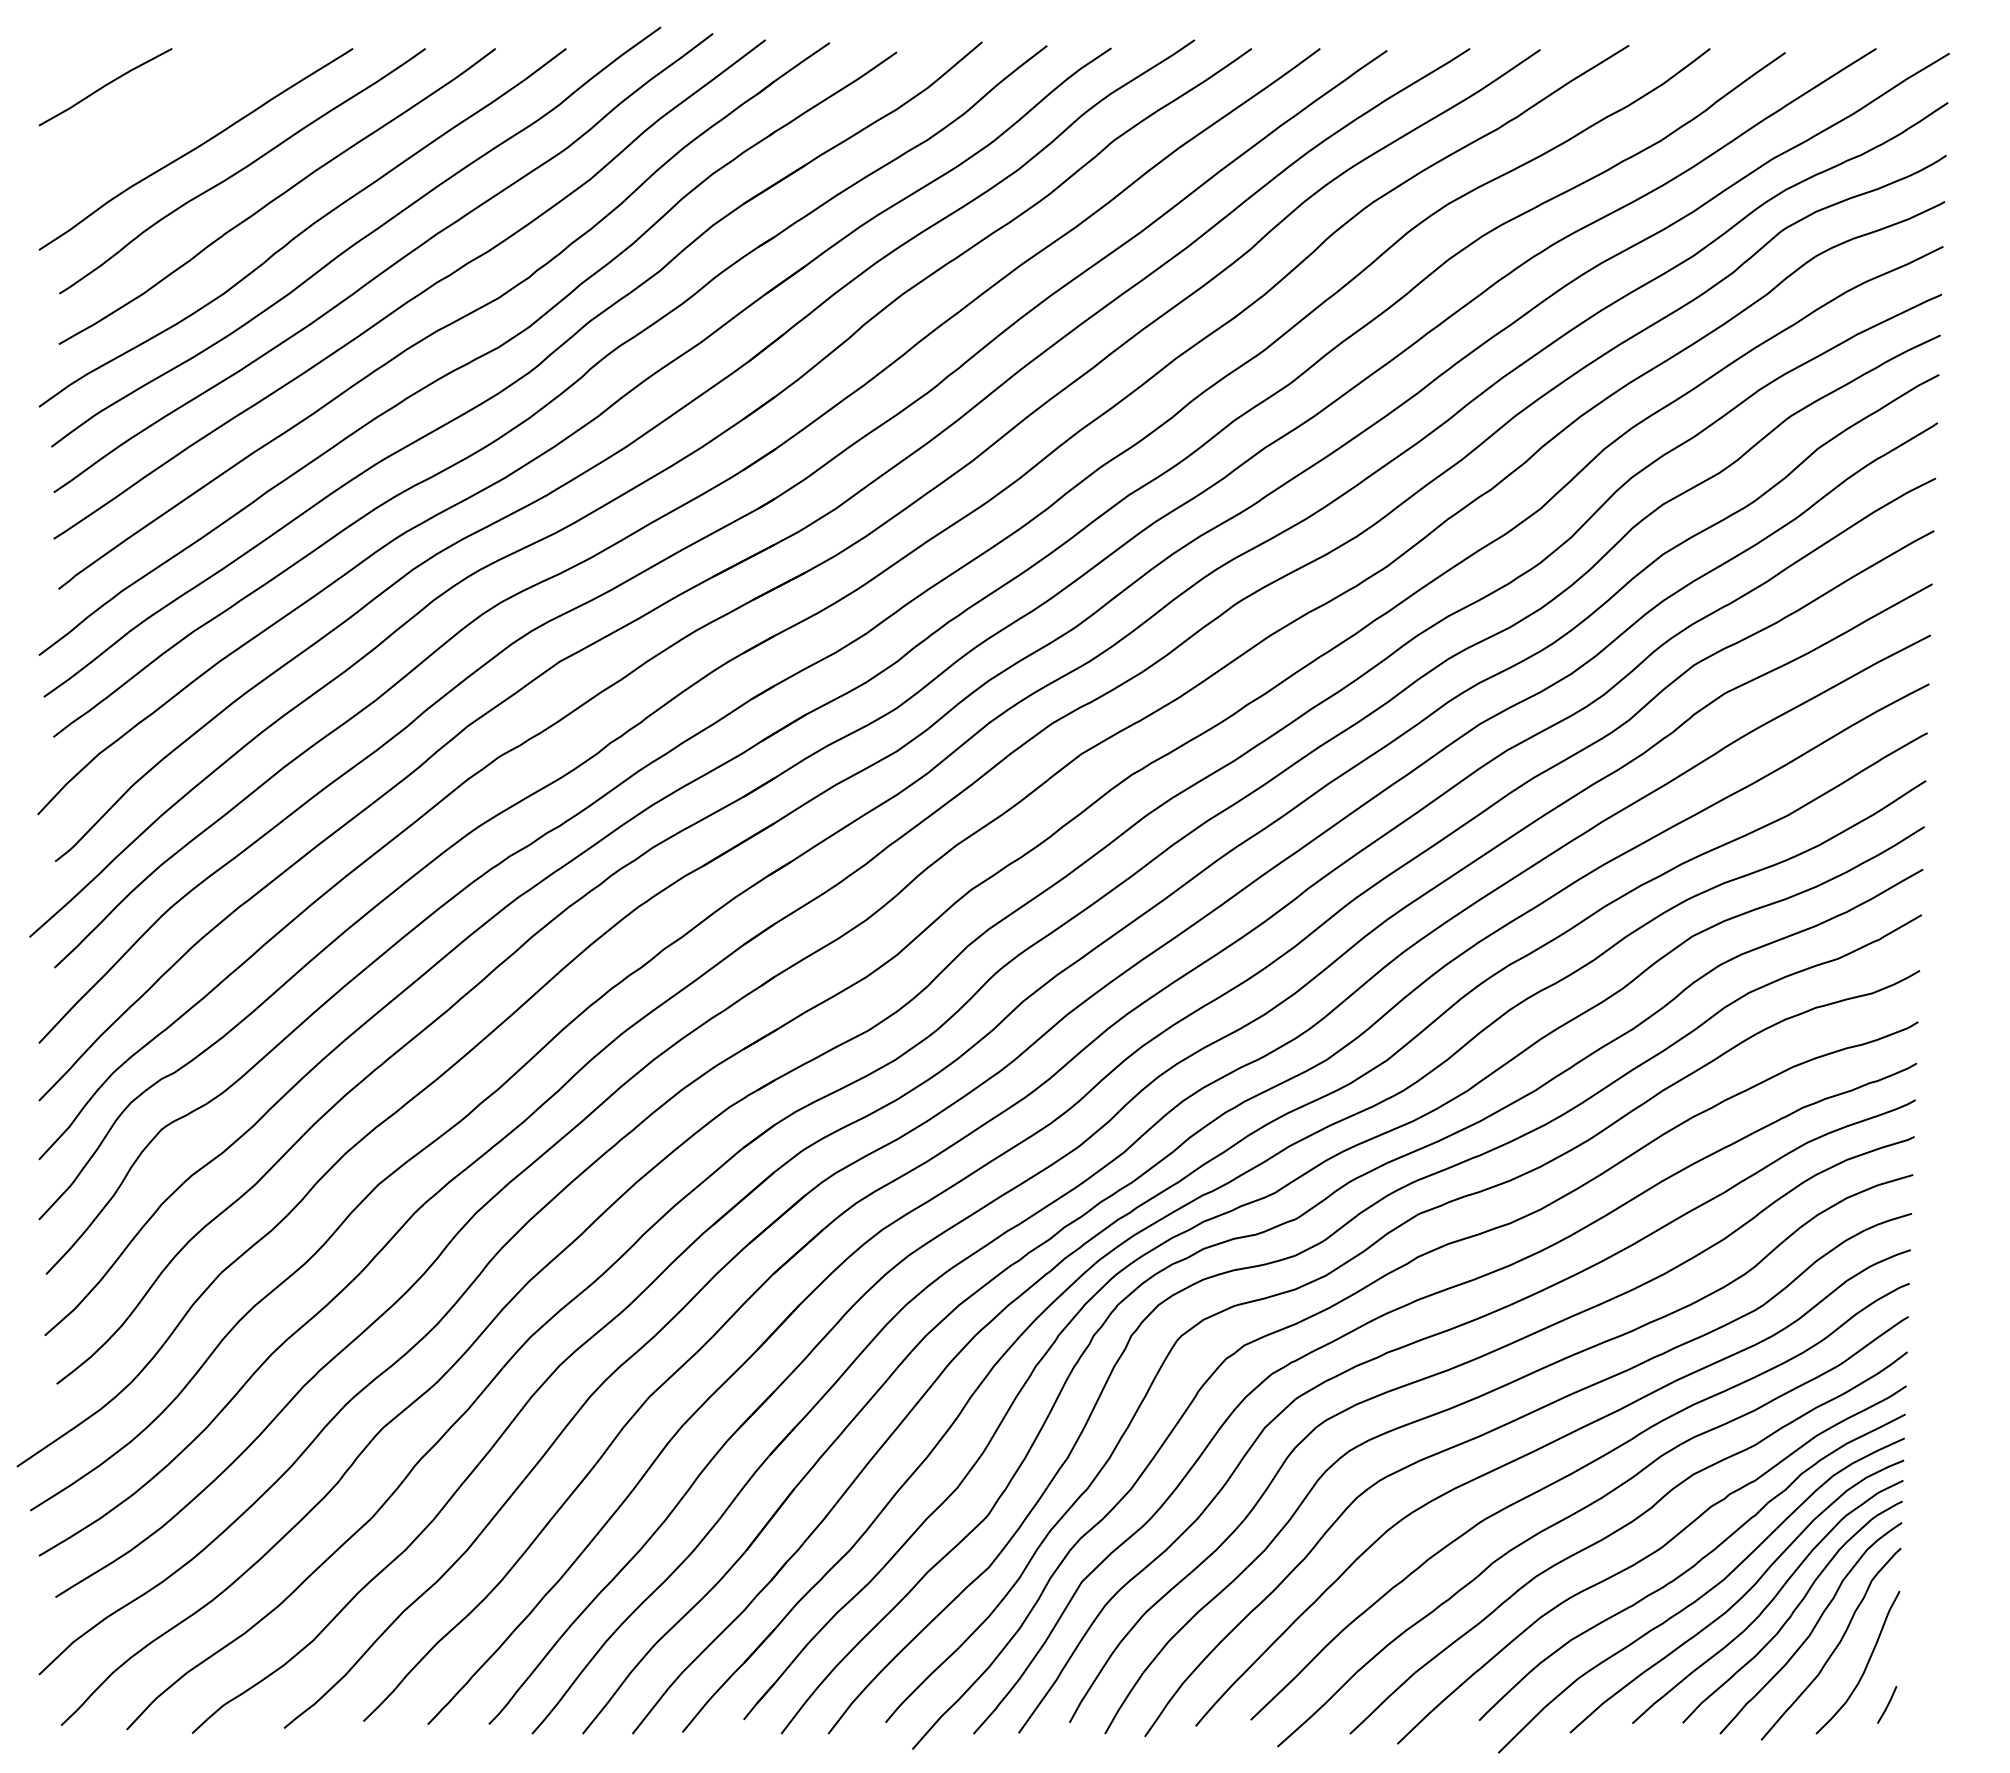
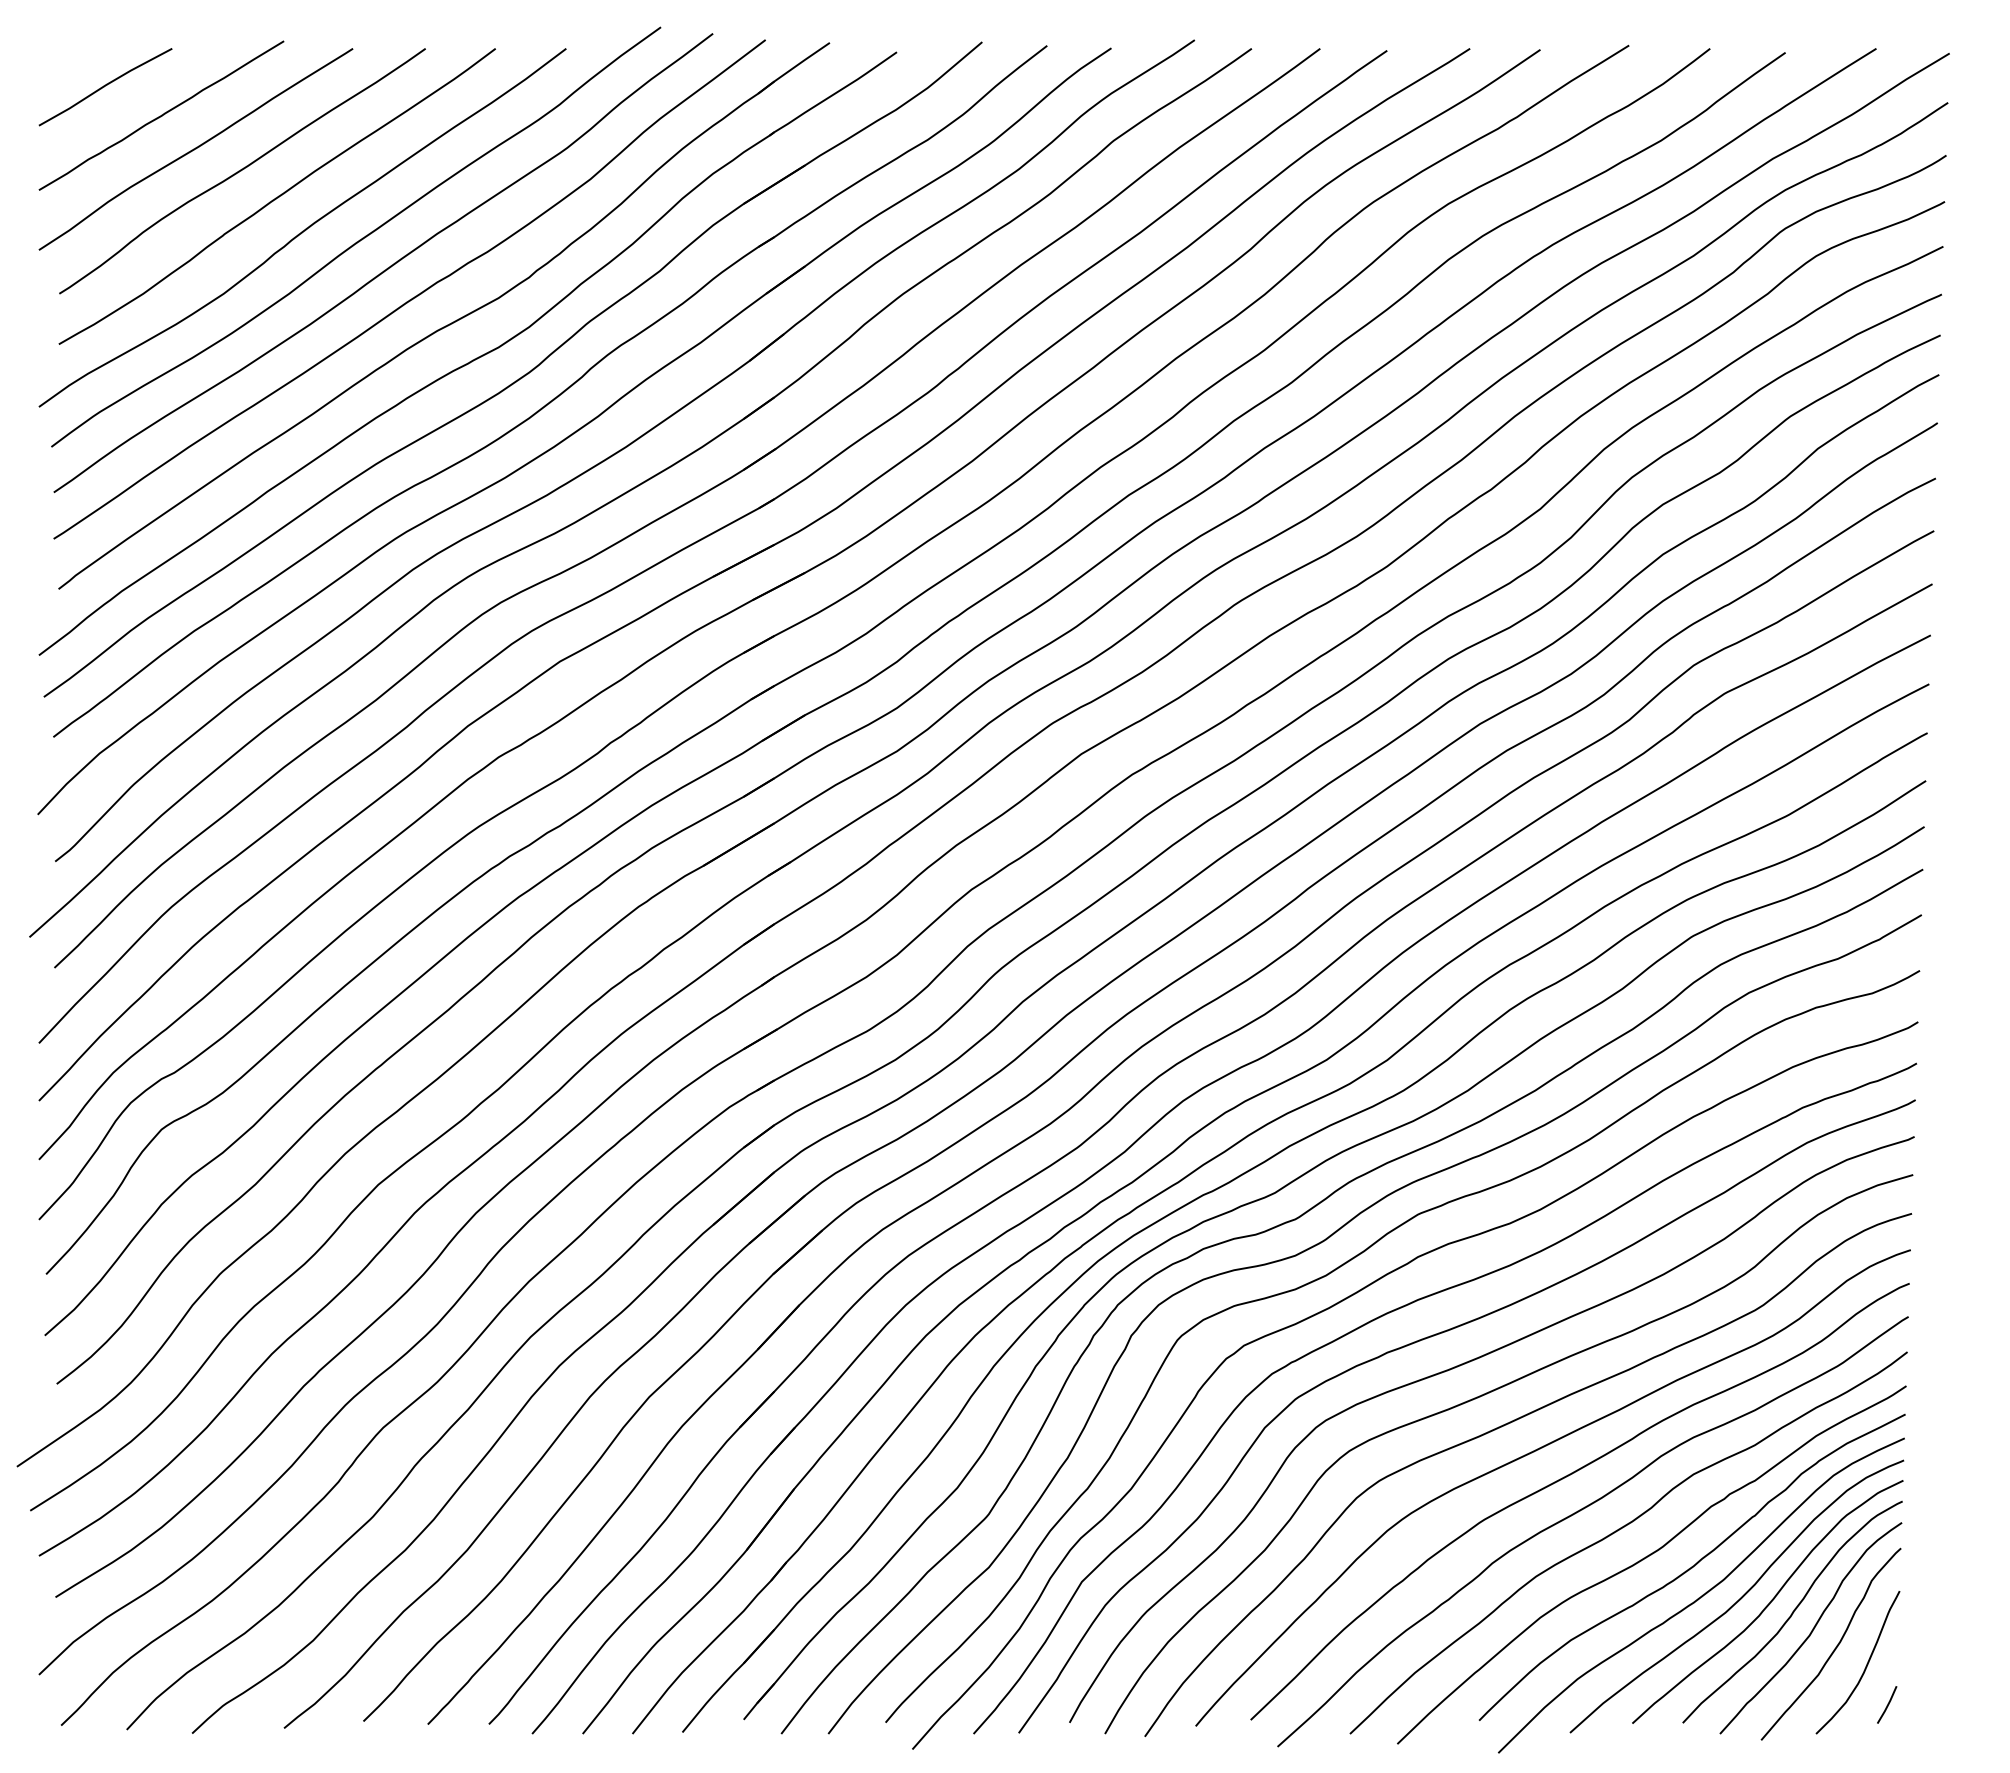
curve at (161, 115): none -> present
